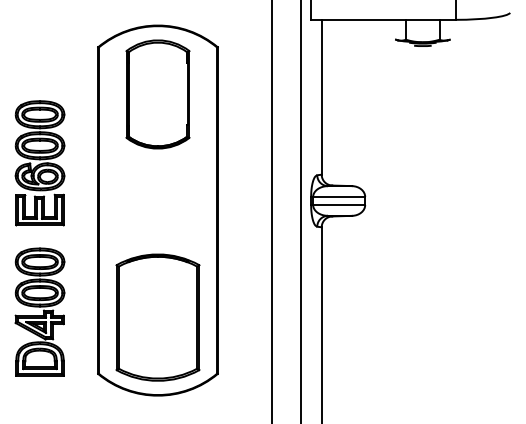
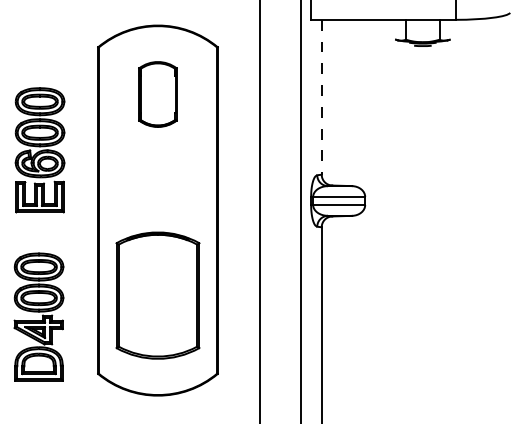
part at (157, 94) size: 66x111 px -> 40x67 px
line at (321, 97): solid -> dashed
part at (39, 163) position: (39, 163) -> (39, 150)
line at (272, 211) position: (272, 211) -> (260, 211)
part at (39, 311) position: (39, 311) -> (38, 316)
part at (157, 317) position: (157, 317) -> (157, 295)
